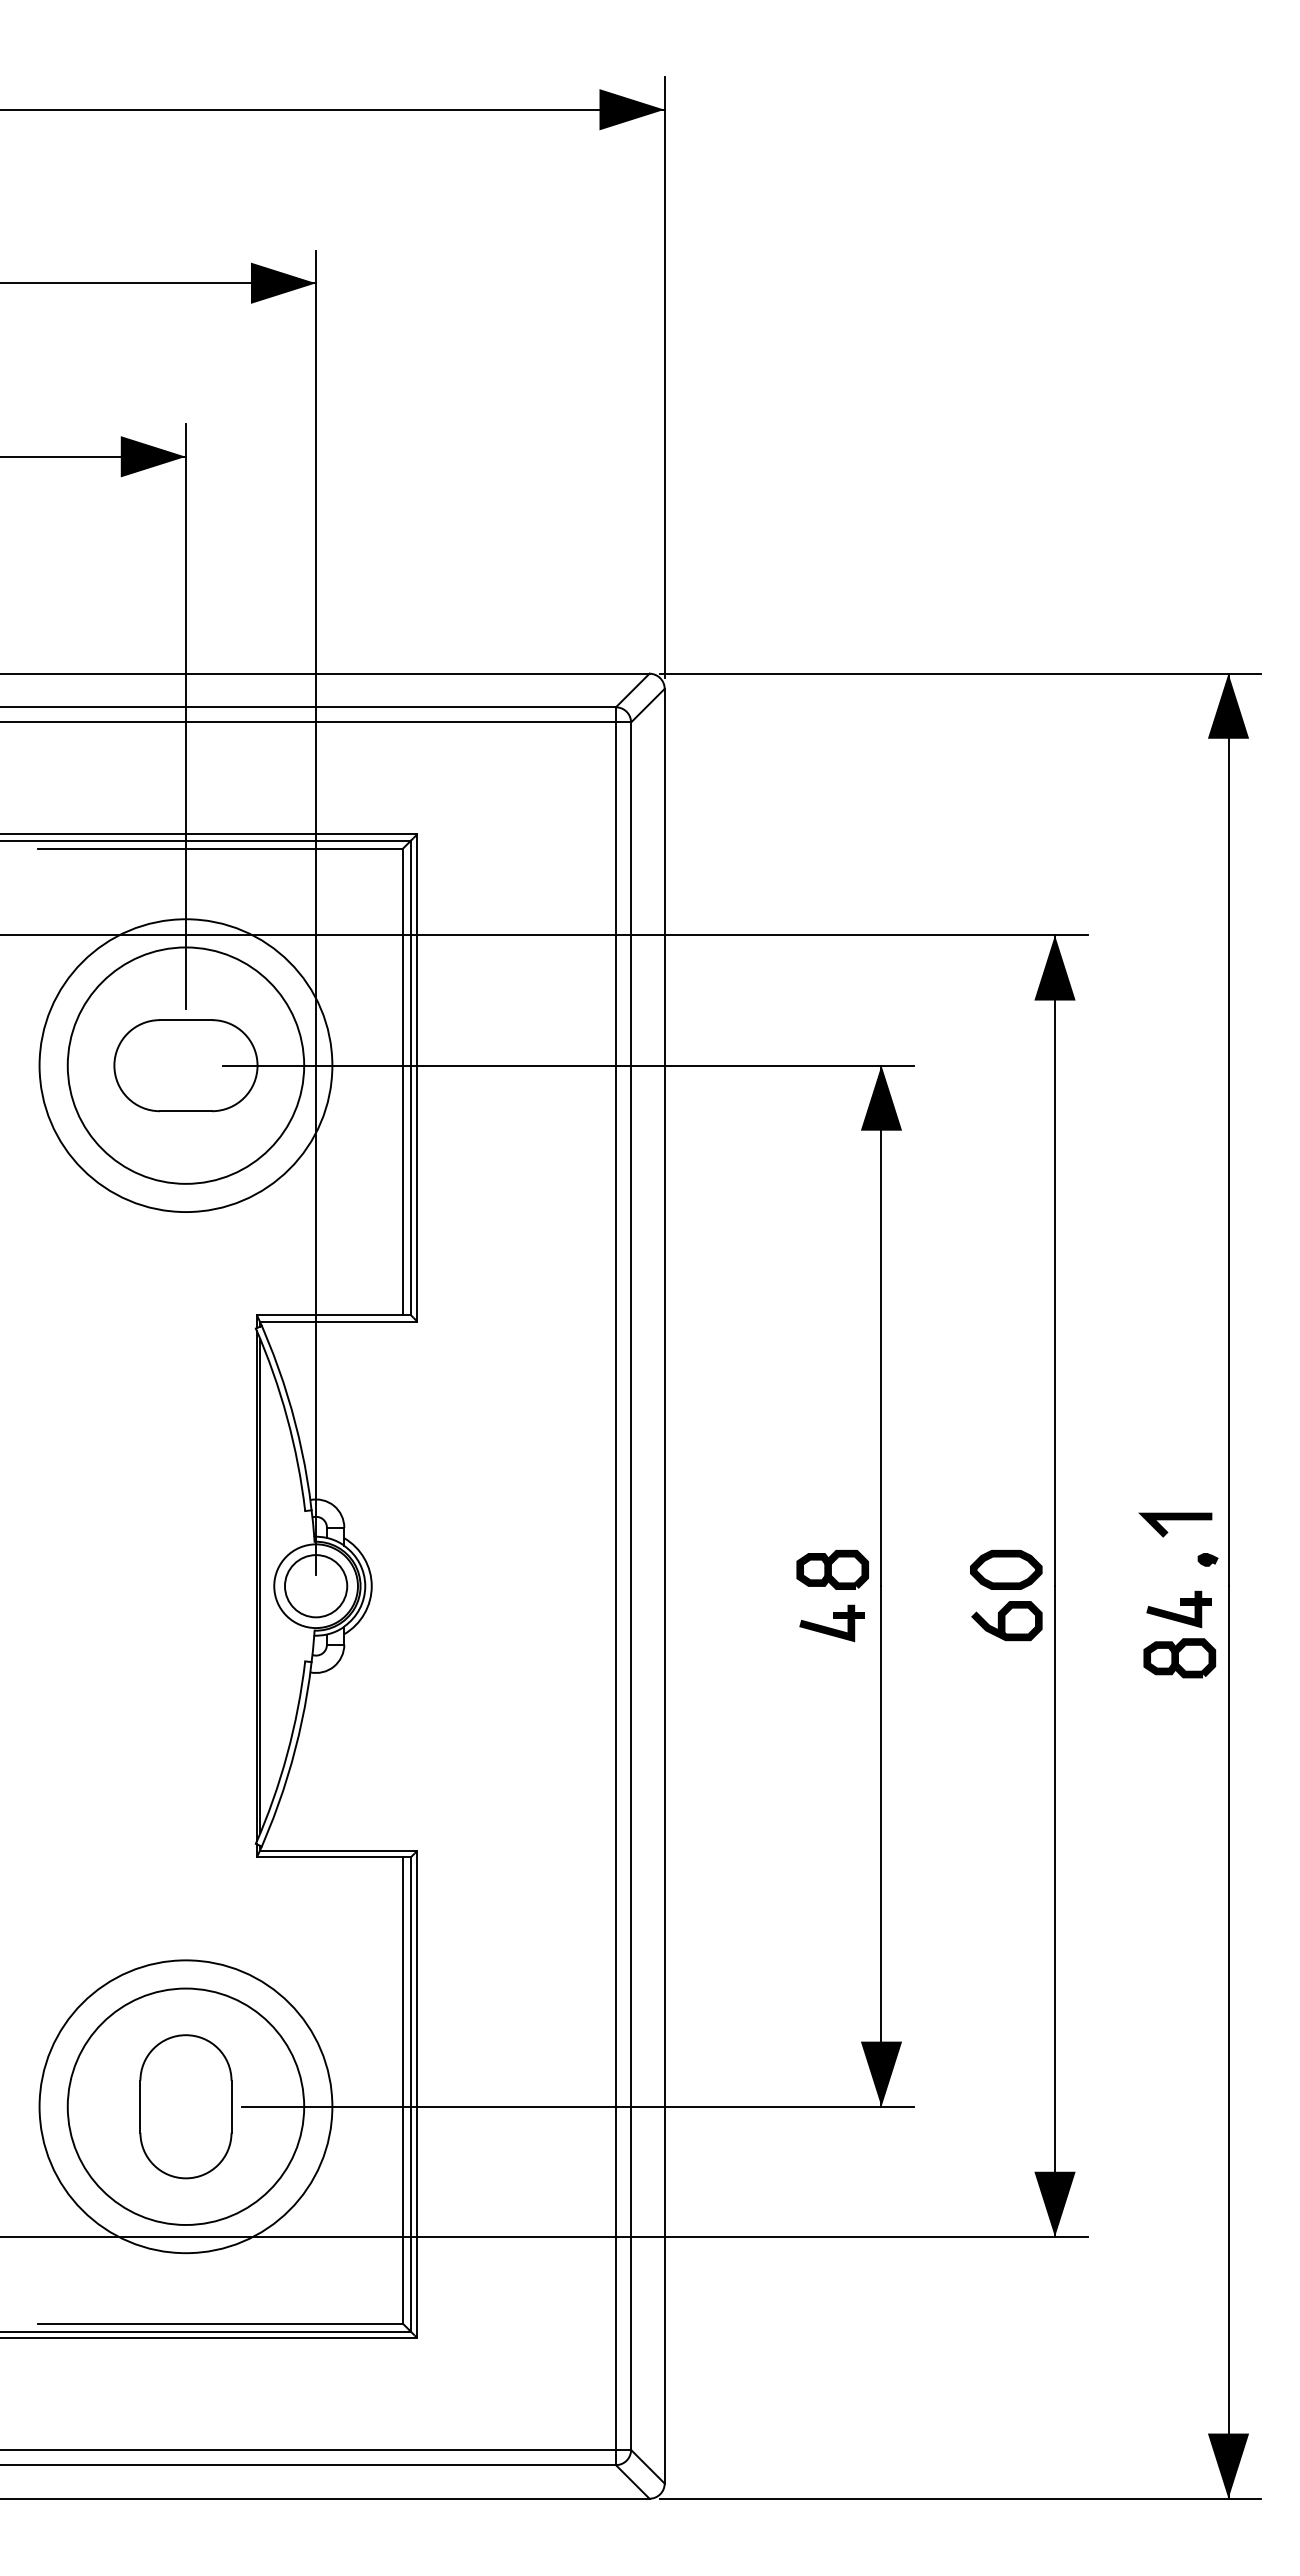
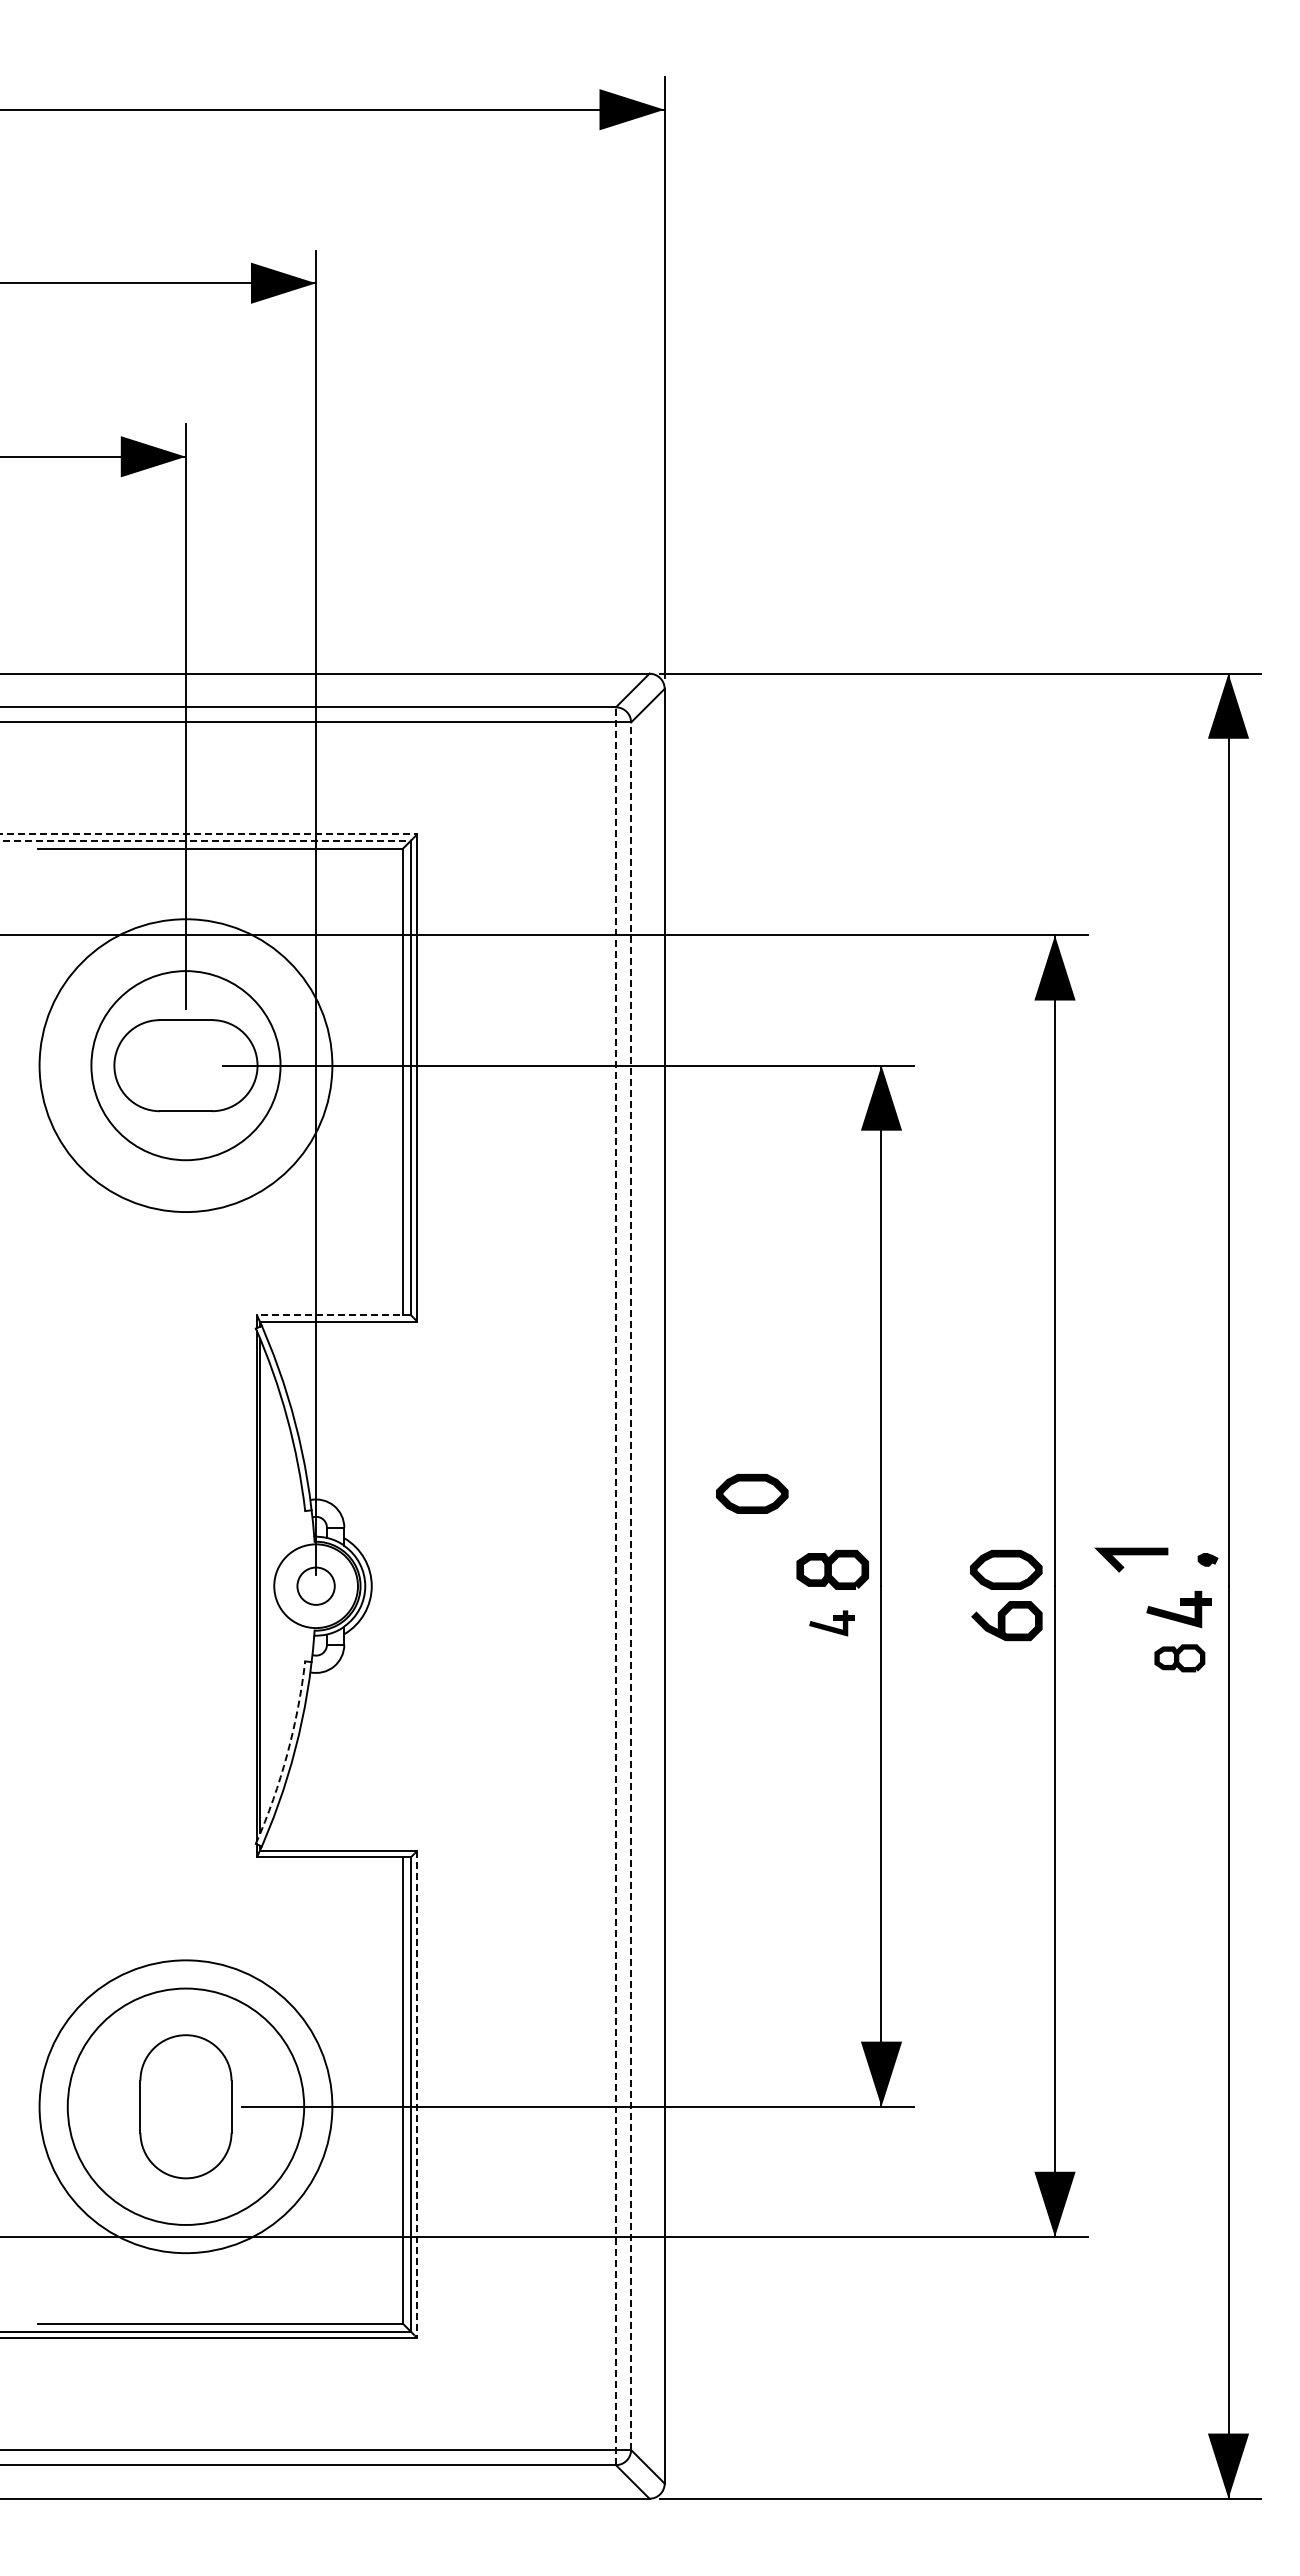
line at (209, 834): solid -> dashed
line at (206, 840): solid -> dashed
circle at (185, 1065) diameter: 236 px -> 189 px
line at (333, 1315): solid -> dashed
part at (752, 1493): none -> present
line at (1175, 1520) position: (1175, 1520) -> (1131, 1555)
circle at (316, 1586) diameter: 62 px -> 37 px
line at (615, 1586): solid -> dashed
line at (631, 1586): solid -> dashed
part at (831, 1623) size: 66x39 px -> 46x27 px
part at (1179, 1658) size: 74x41 px -> 52x29 px
arc at (287, 1754): solid -> dashed
line at (417, 2094): solid -> dashed
